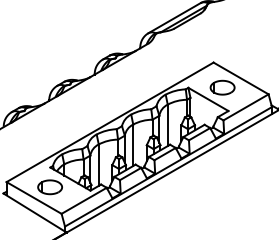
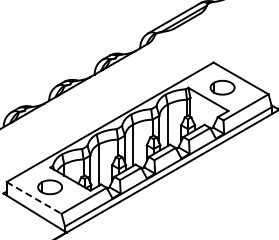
line at (34, 197): solid -> dashed
